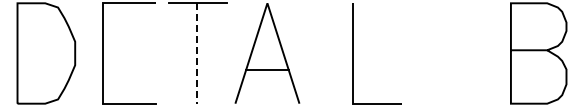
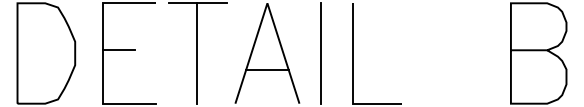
line at (118, 50): none -> present
line at (196, 53): dashed -> solid
line at (320, 53): none -> present
